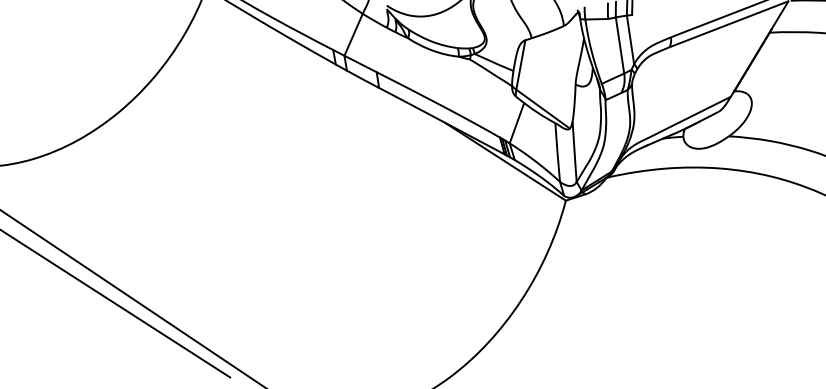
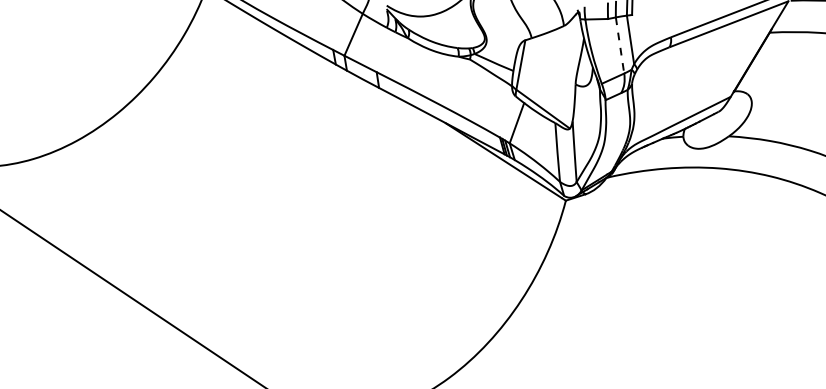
line at (620, 46): solid -> dashed
line at (116, 303): present -> none
